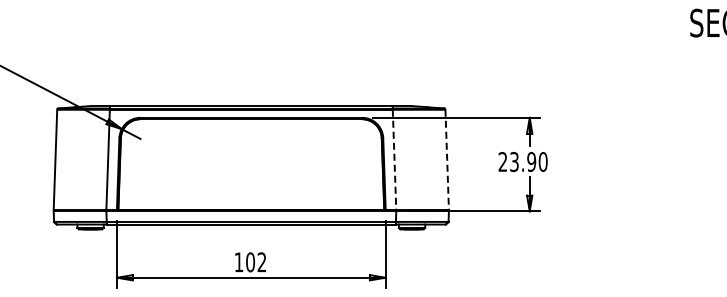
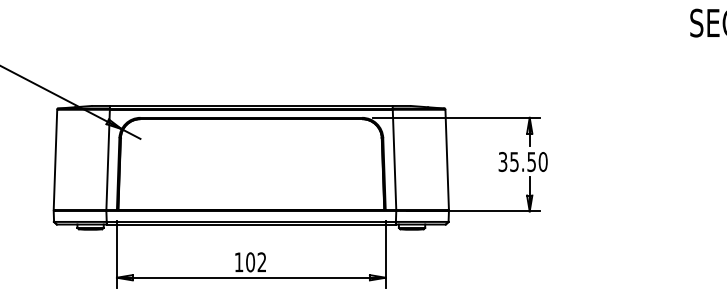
line at (394, 160): dashed -> solid
line at (447, 160): dashed -> solid
text at (517, 162): 23.90 -> 35.50
